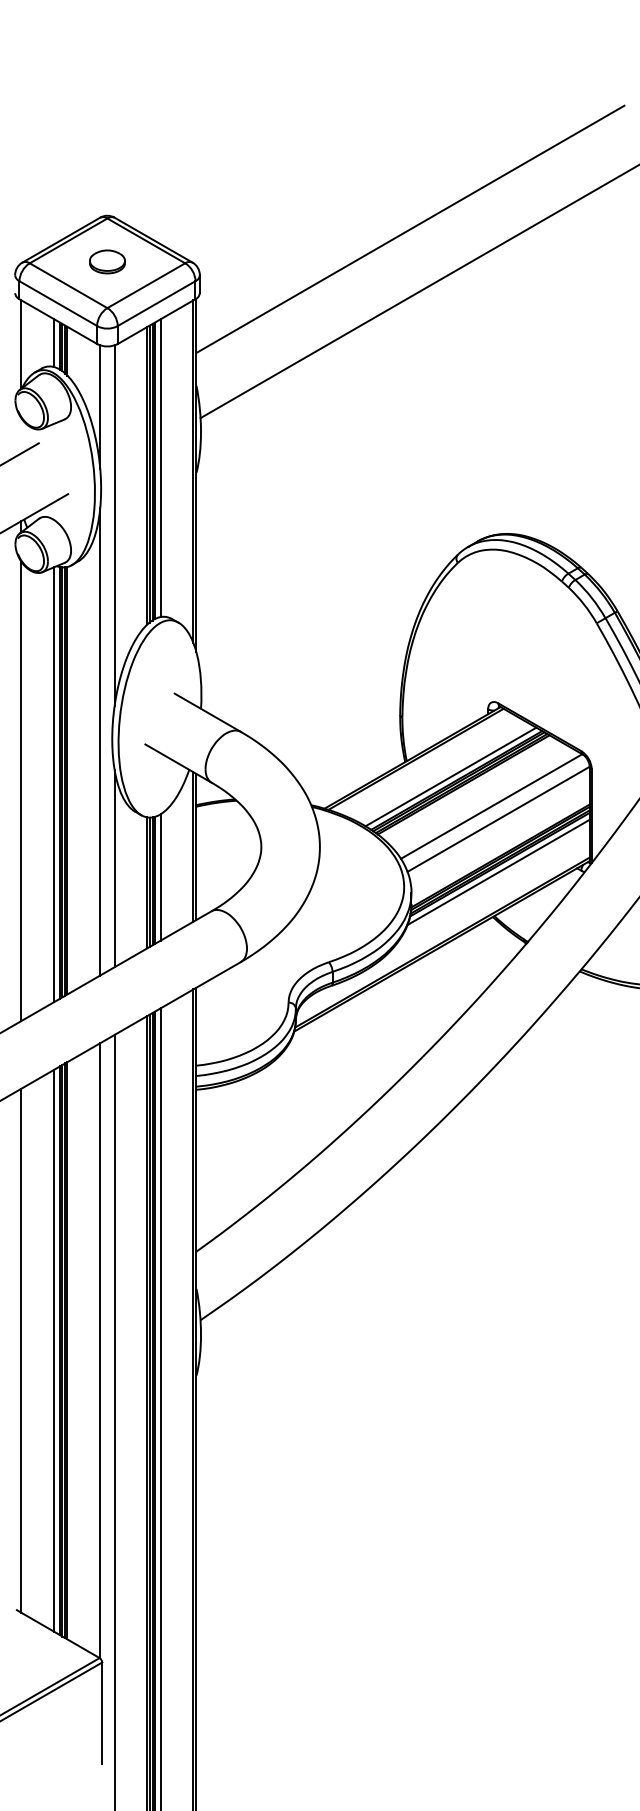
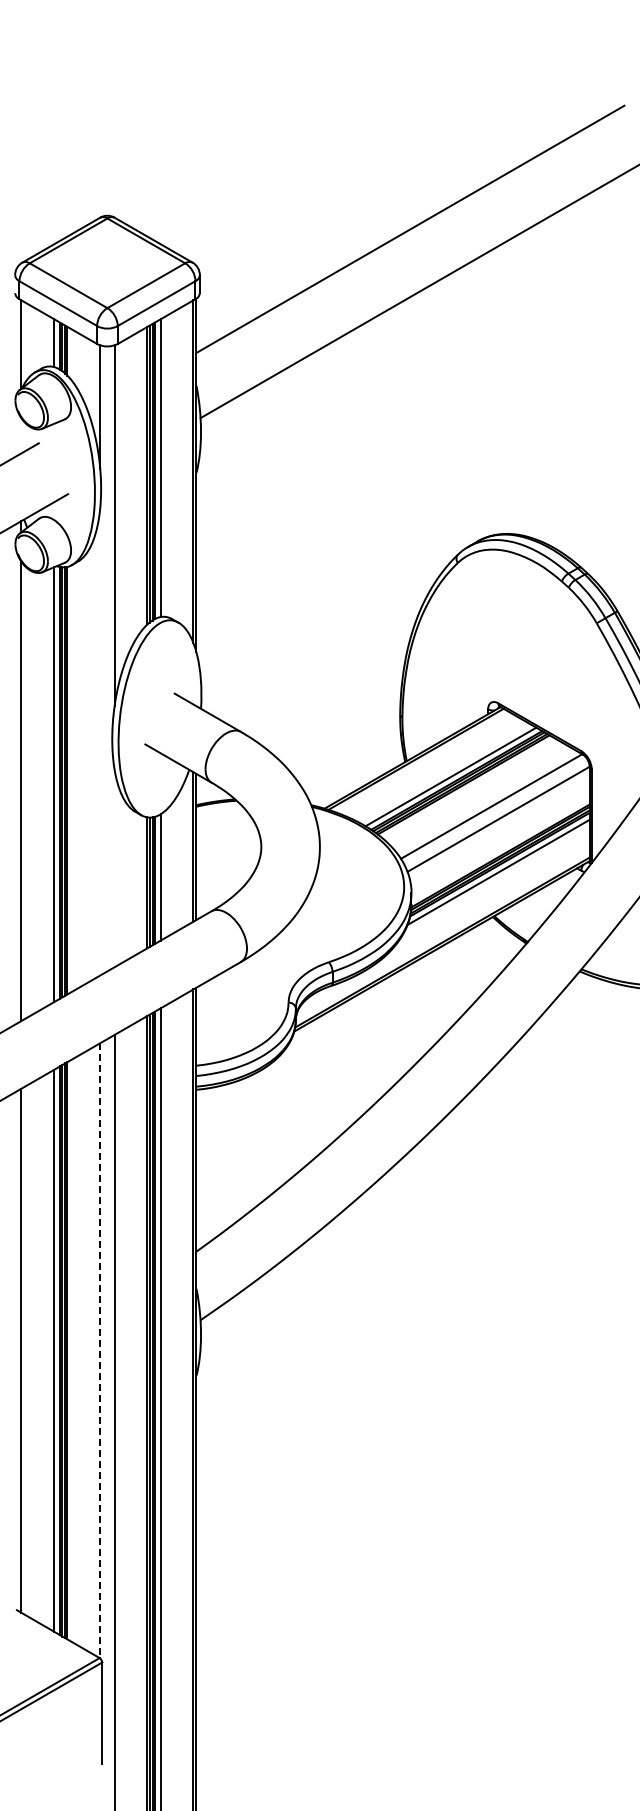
part at (107, 261): present -> none
line at (100, 741): present -> none
line at (114, 868): present -> none
line at (100, 1350): solid -> dashed
